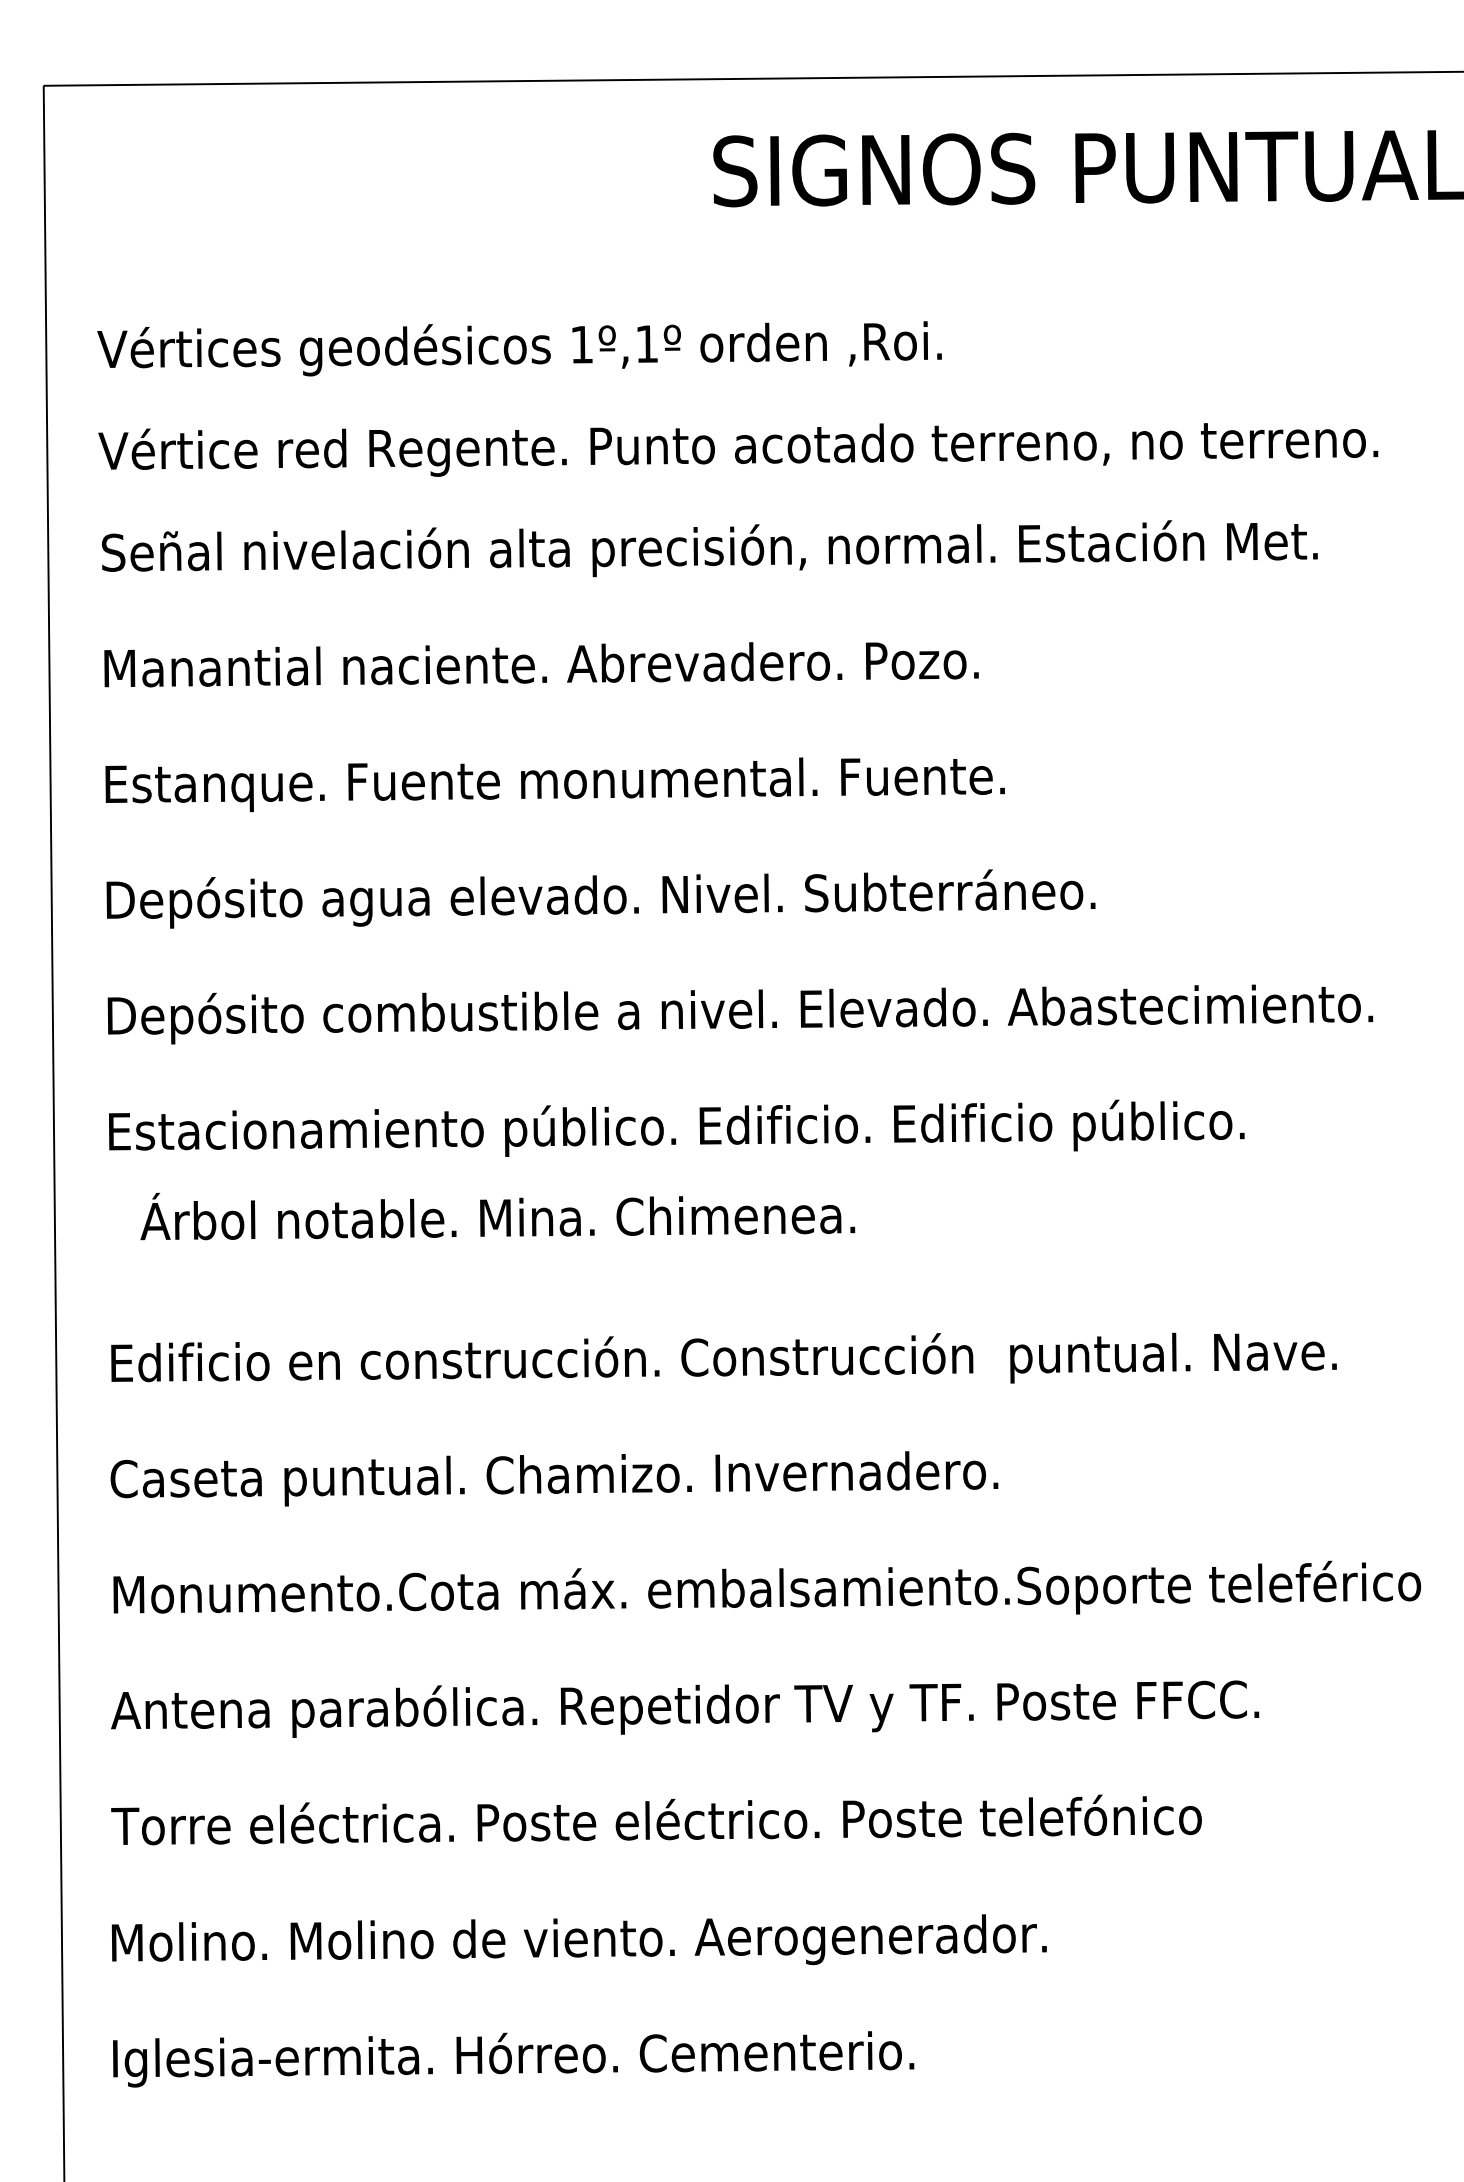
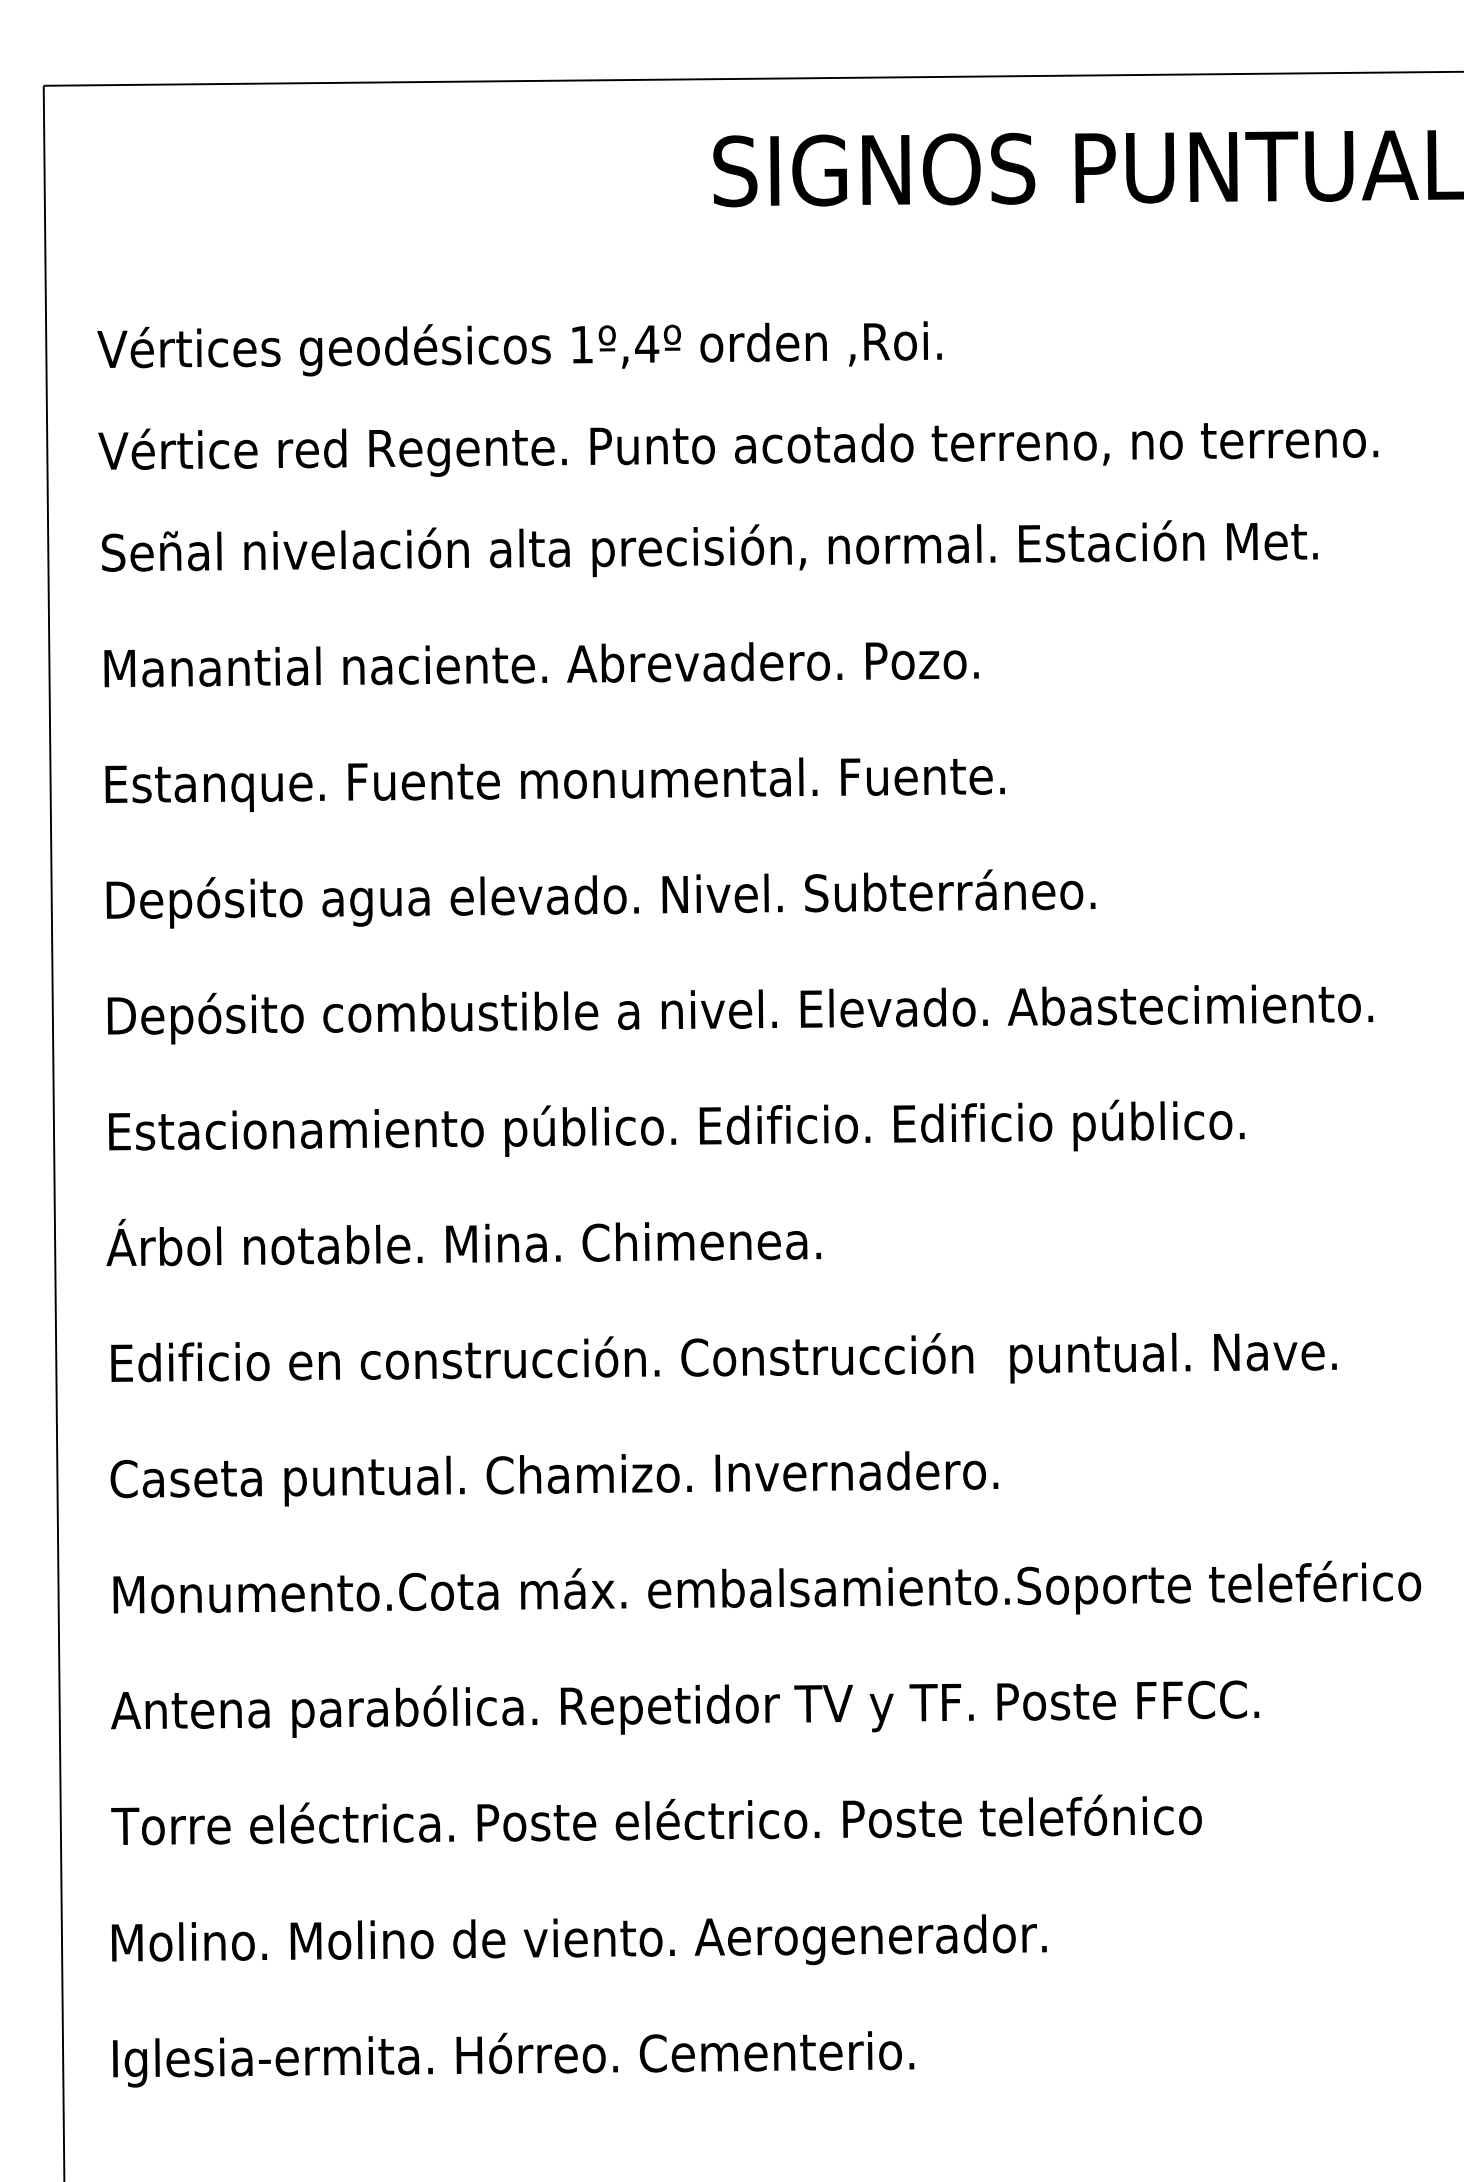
text at (647, 343): 1º,1º -> 1º,4º
text at (497, 1216) position: (497, 1216) -> (463, 1242)
